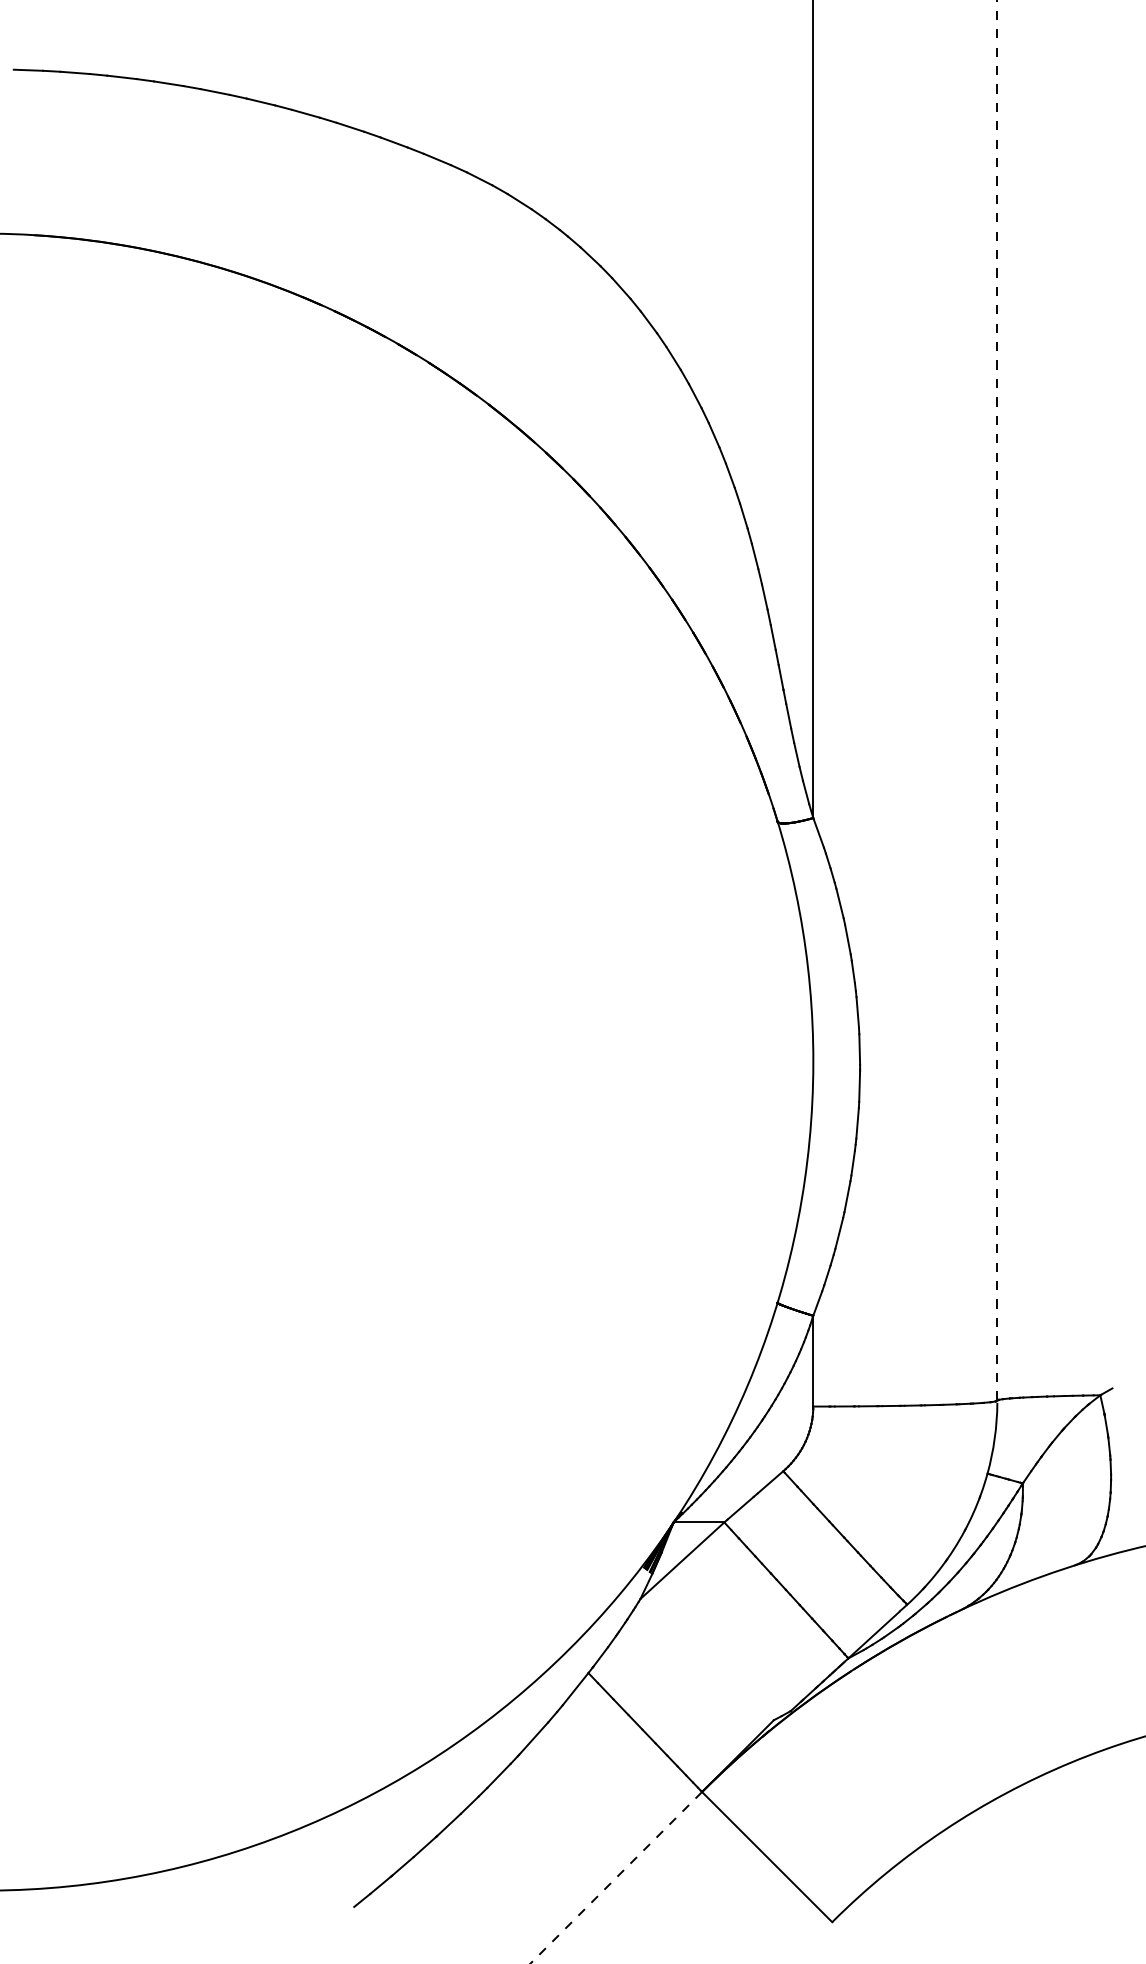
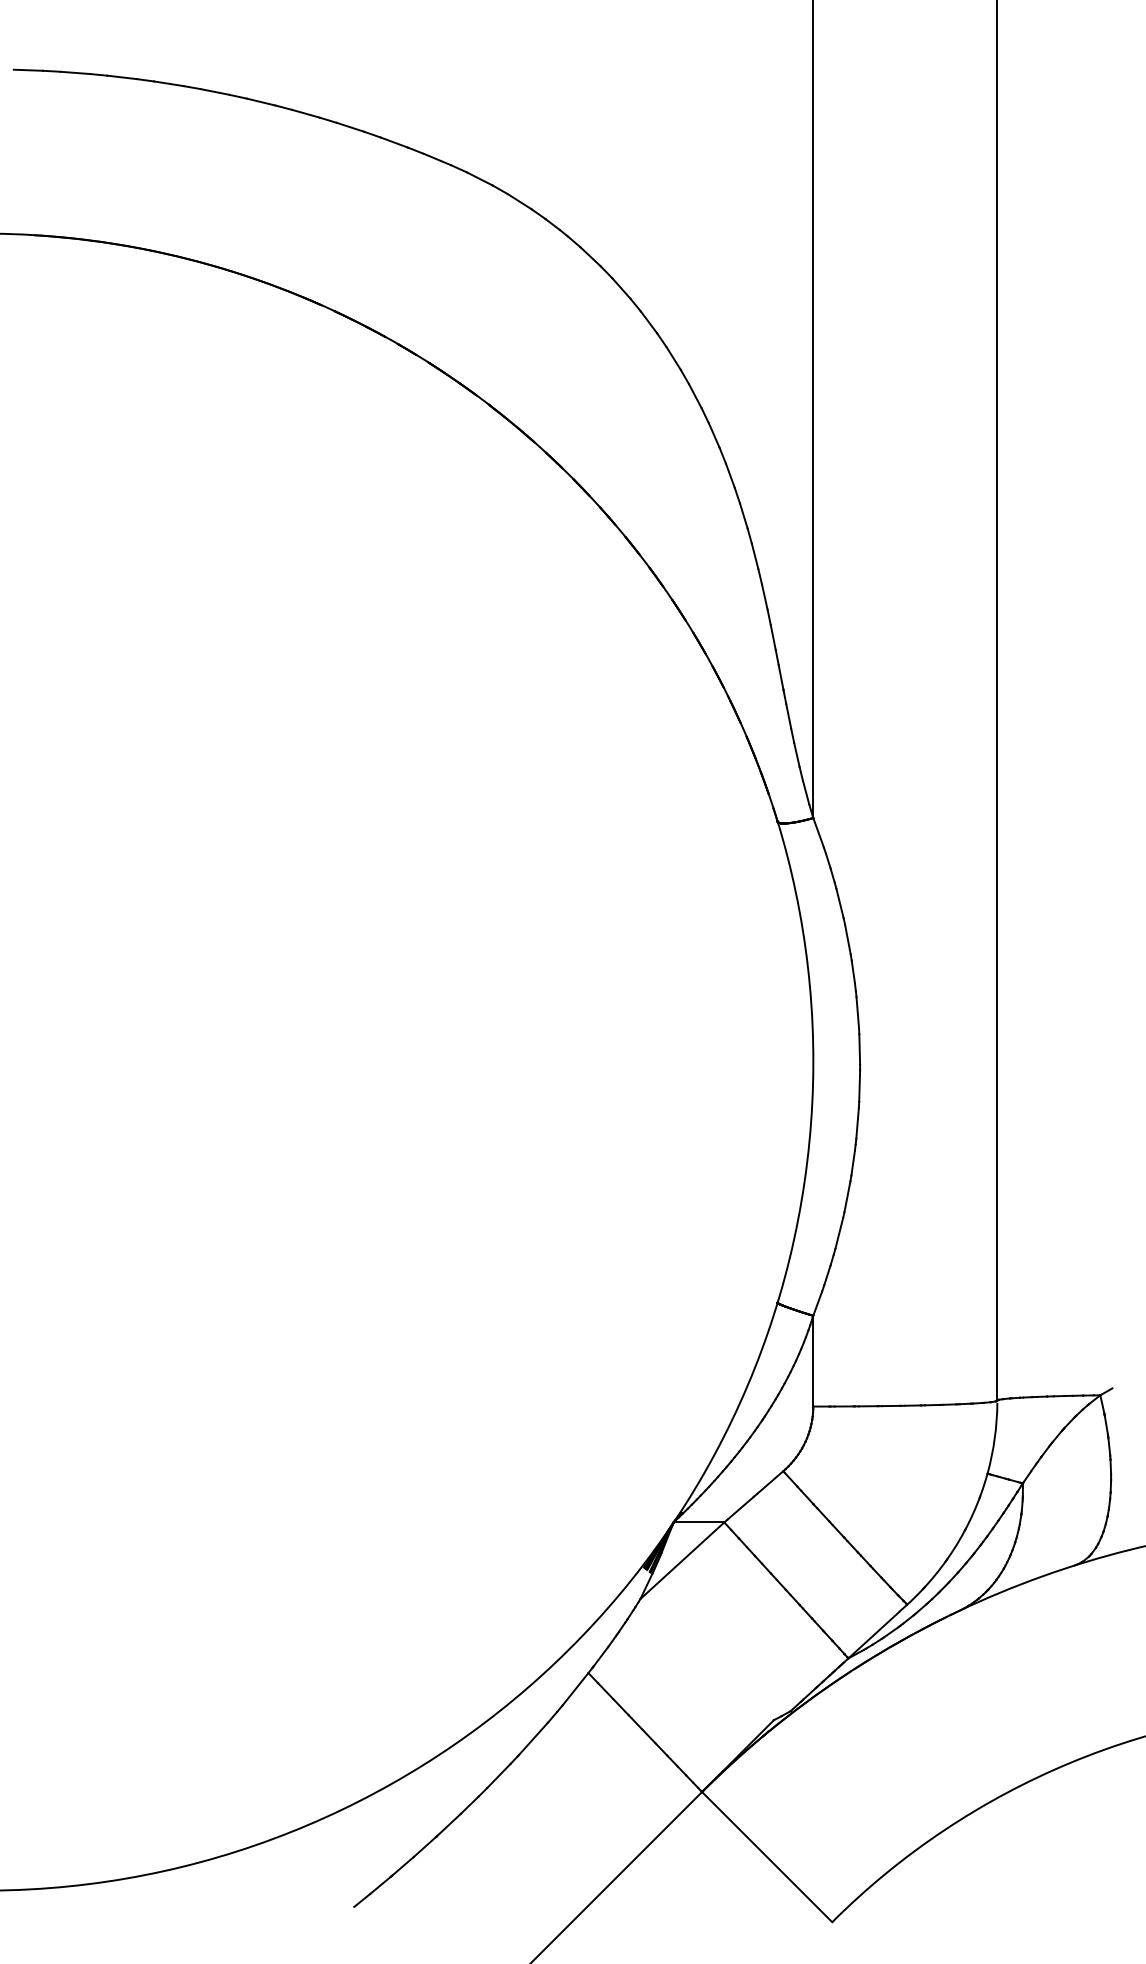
line at (997, 700): dashed -> solid
line at (615, 1878): dashed -> solid
